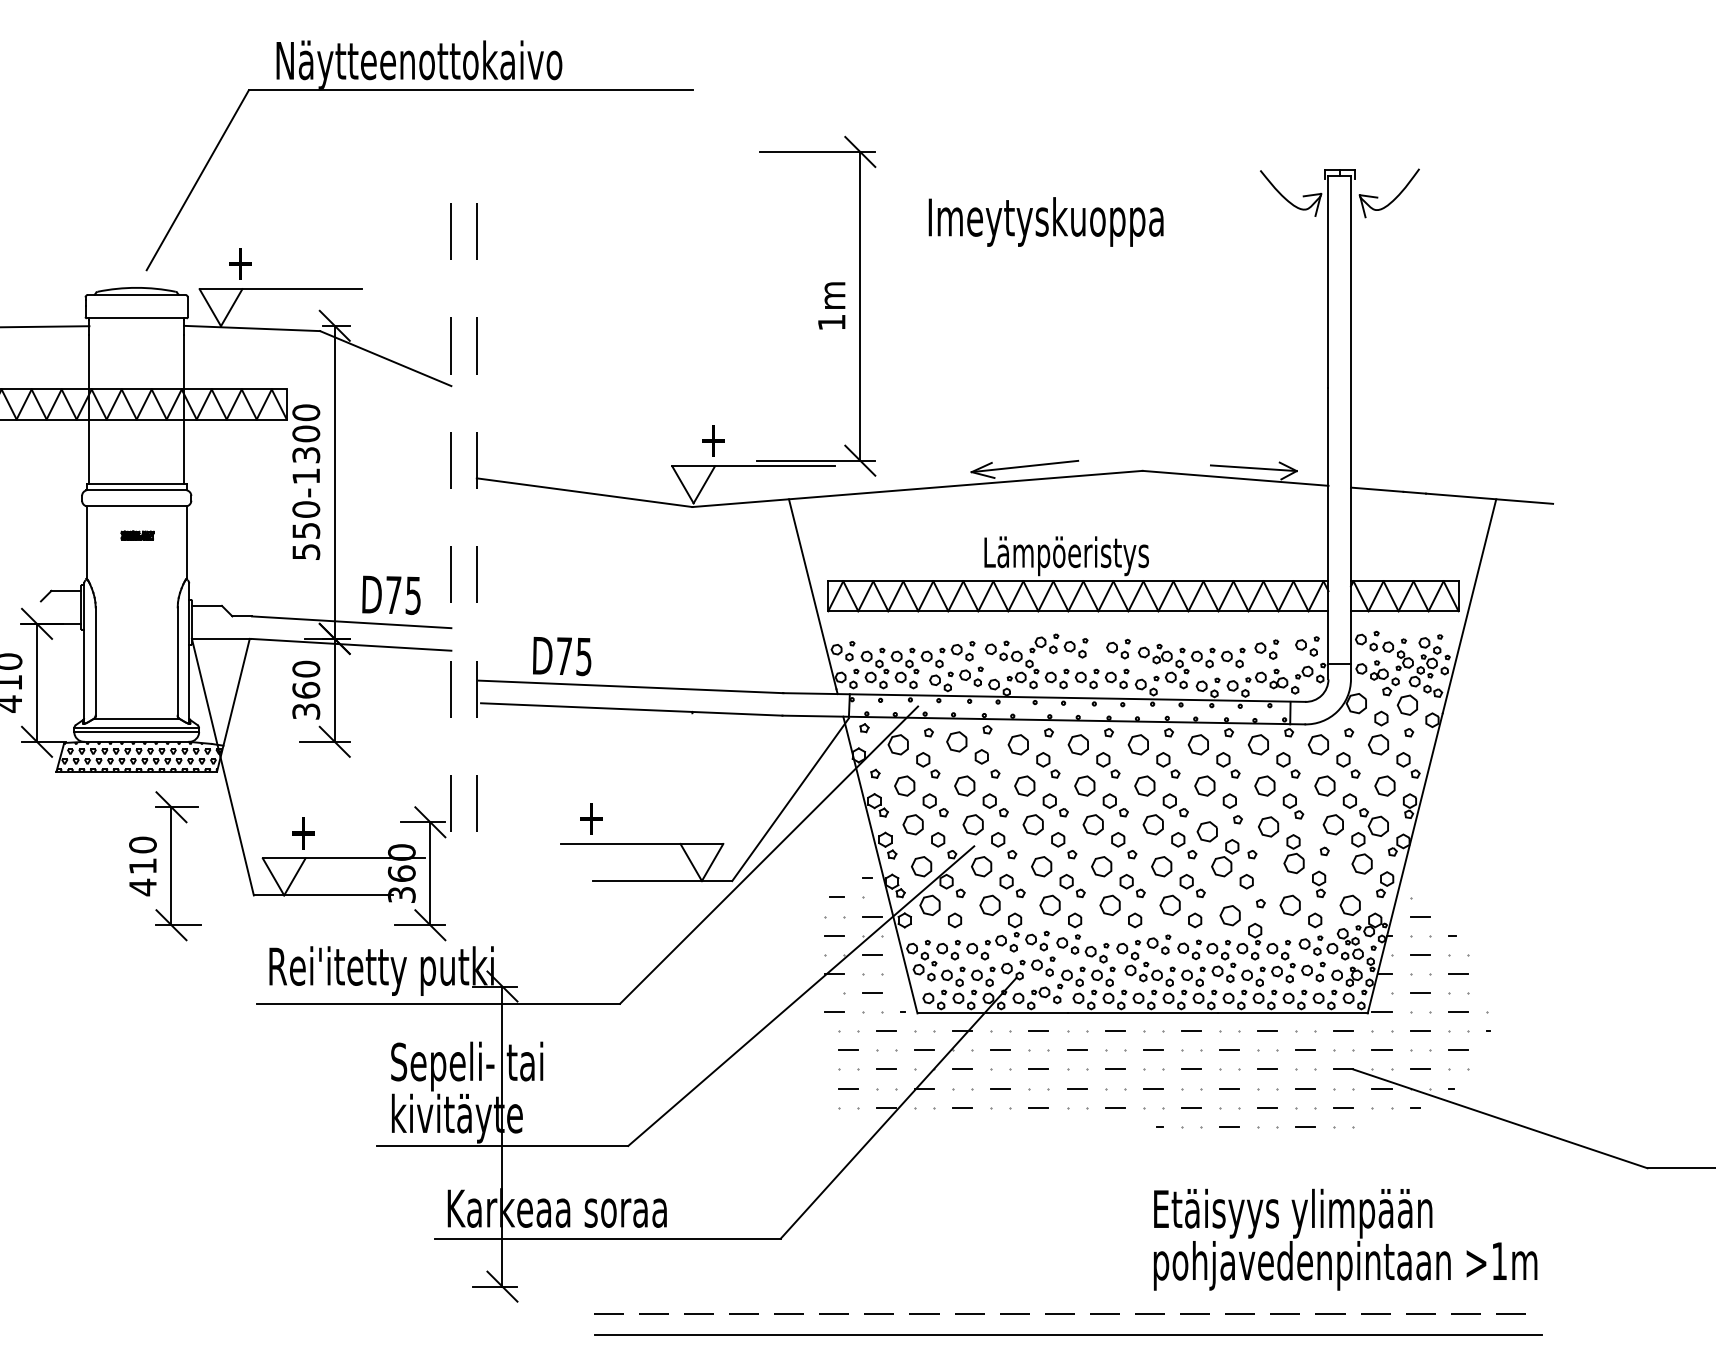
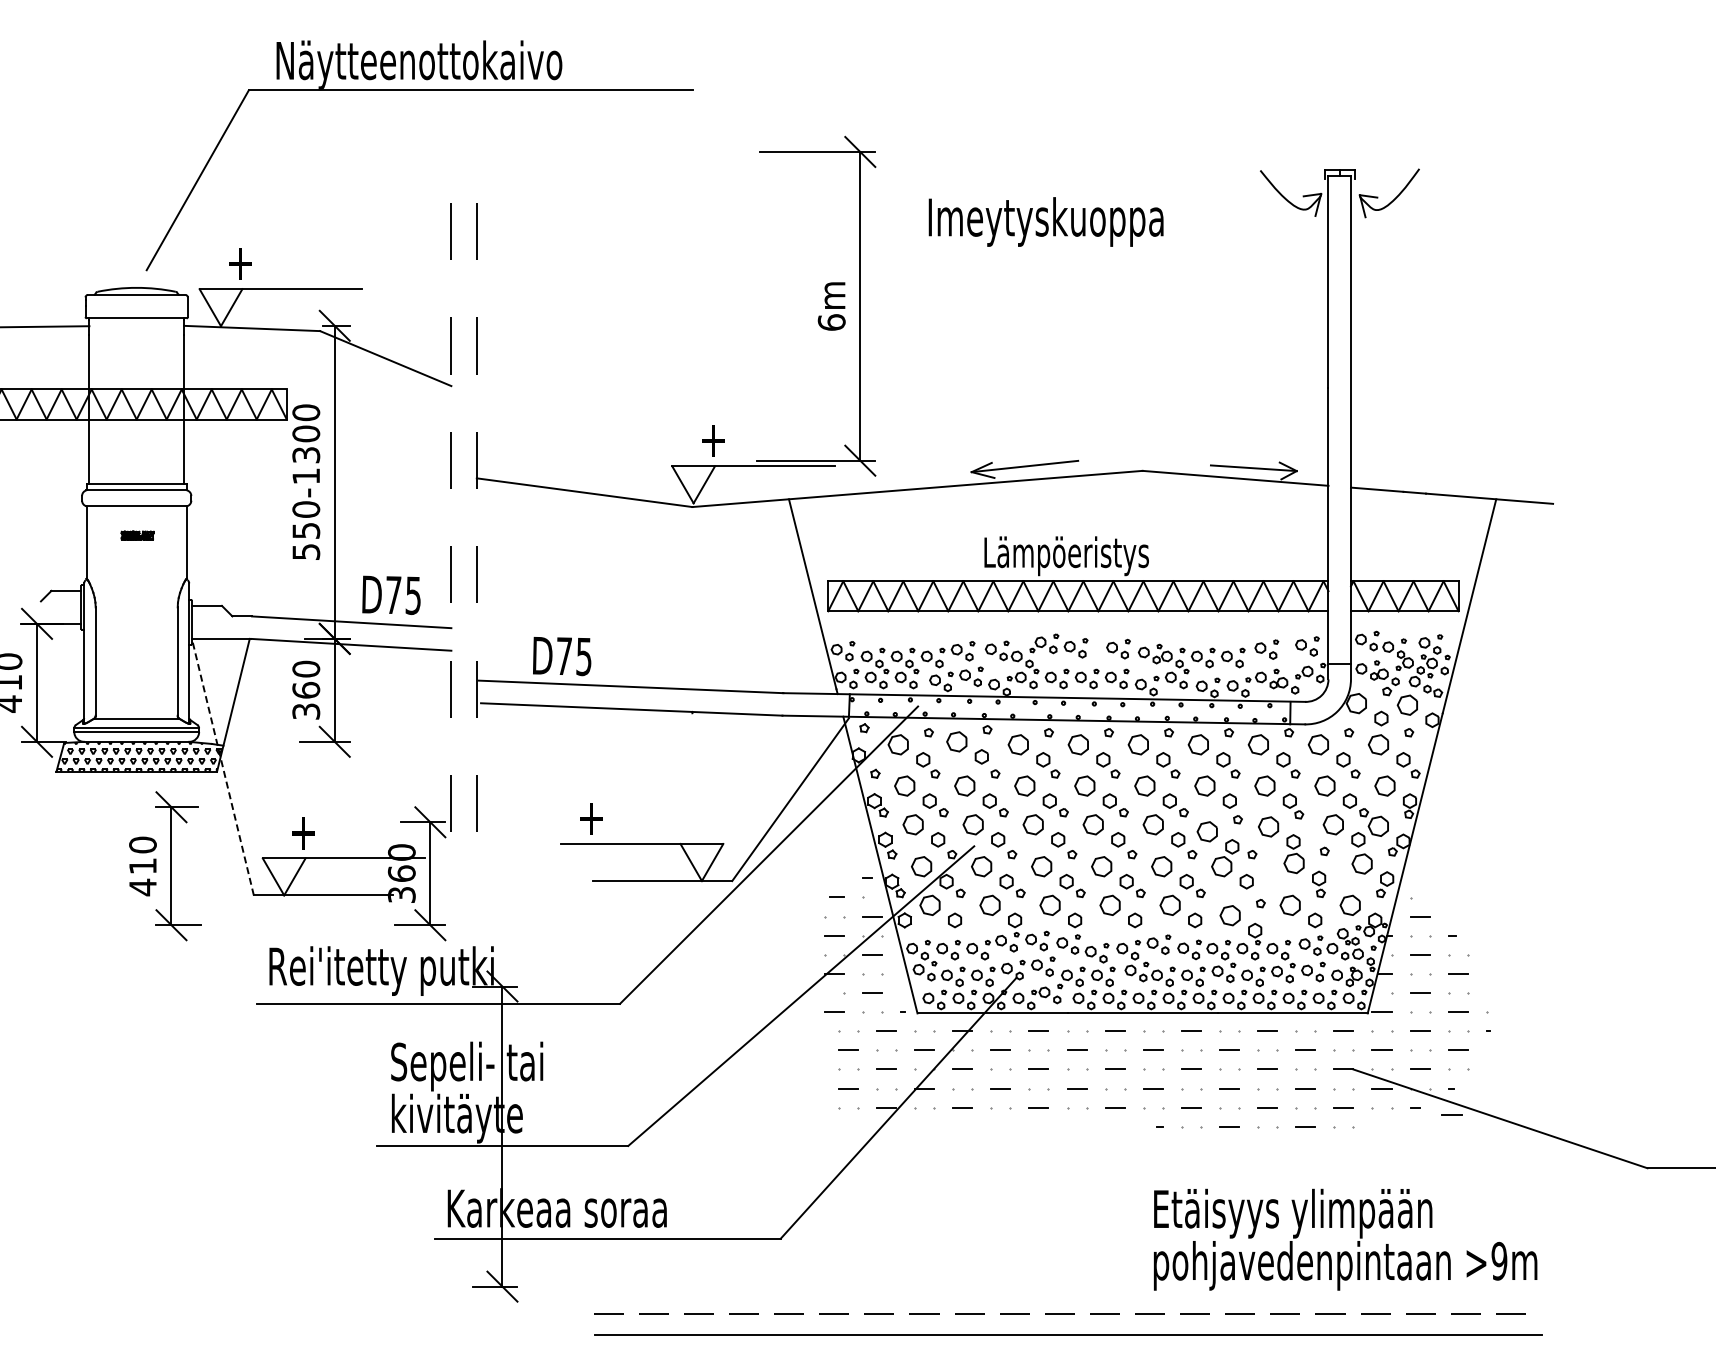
text at (831, 322): 1m -> 6m
line at (222, 767): solid -> dashed
line at (1451, 1114): none -> present
text at (1499, 1260): >1m -> >9m
